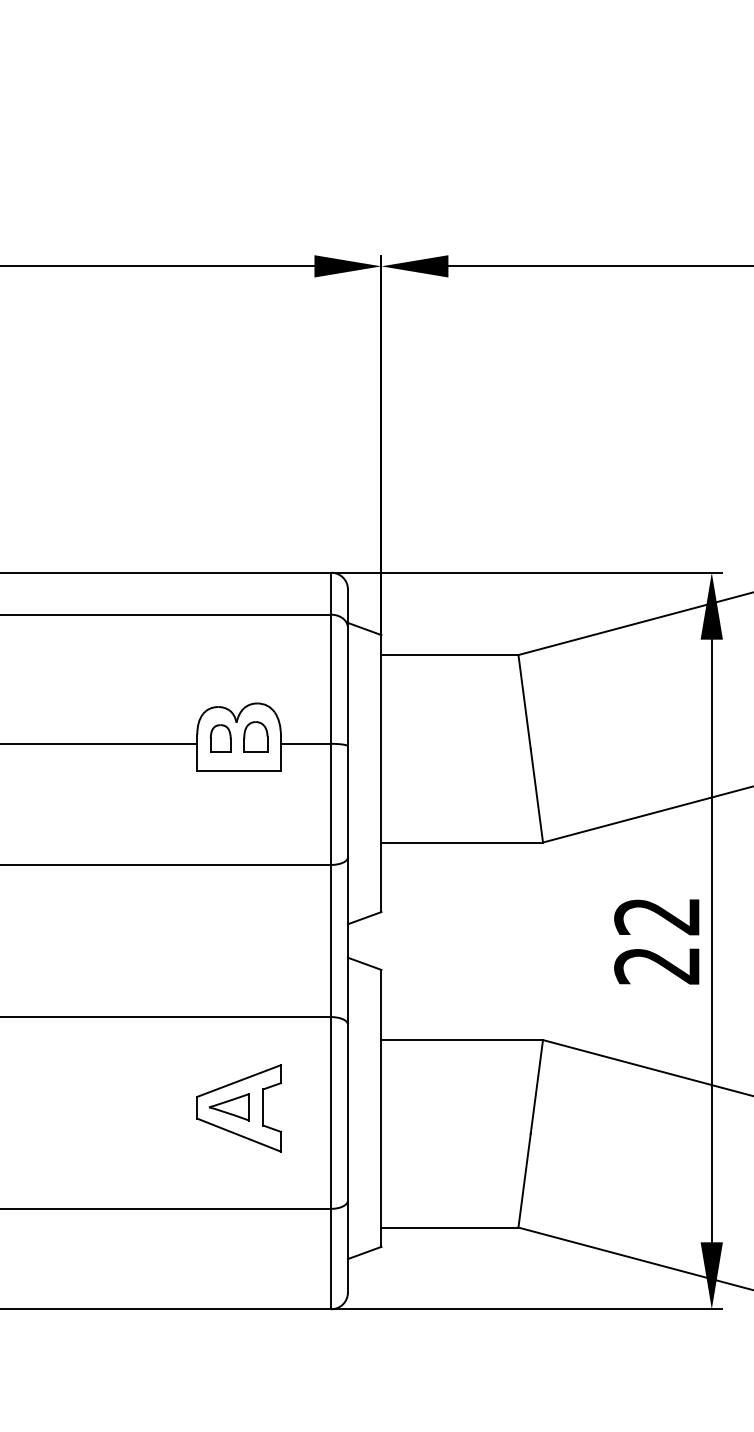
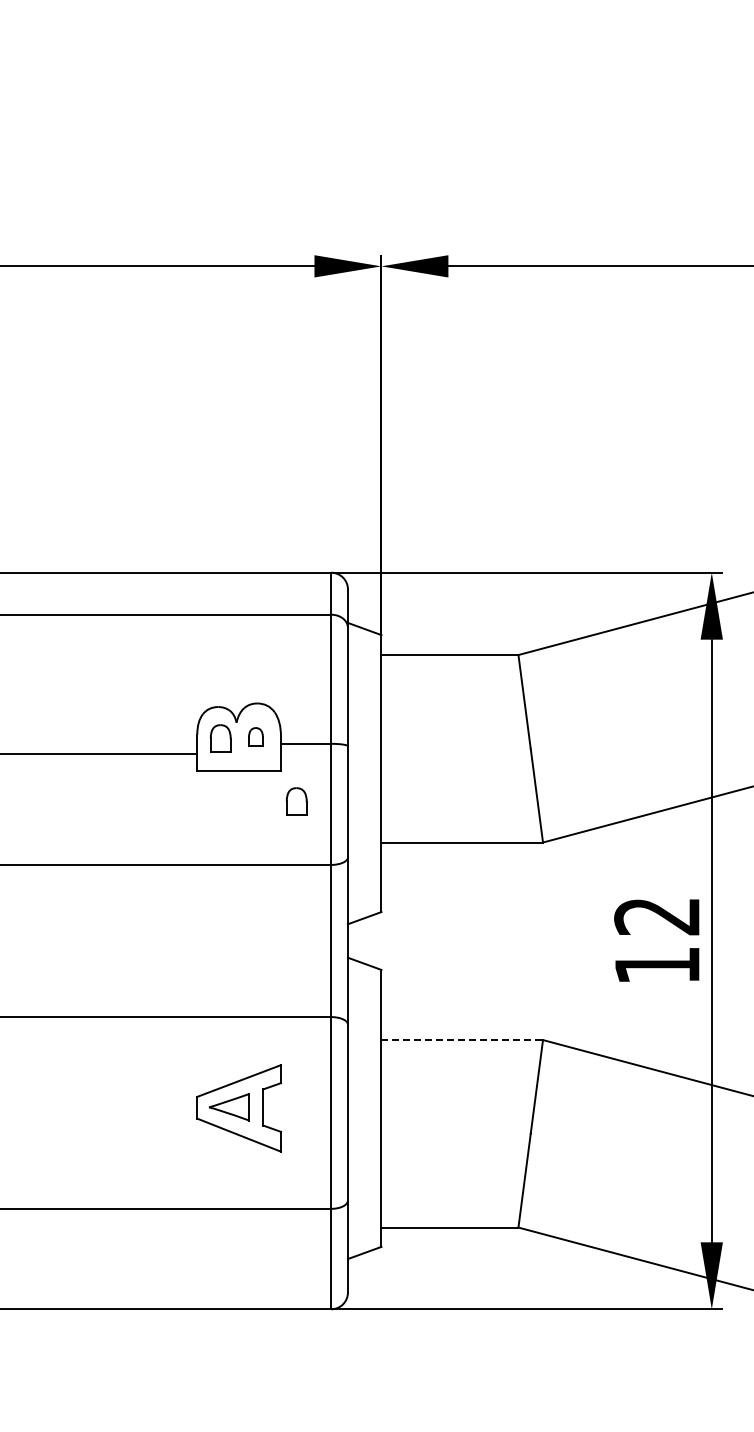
part at (255, 736) size: 26x32 px -> 16x20 px
line at (99, 743) position: (99, 743) -> (99, 753)
part at (296, 801): none -> present
text at (656, 966): 22 -> 12
line at (462, 1040): solid -> dashed
